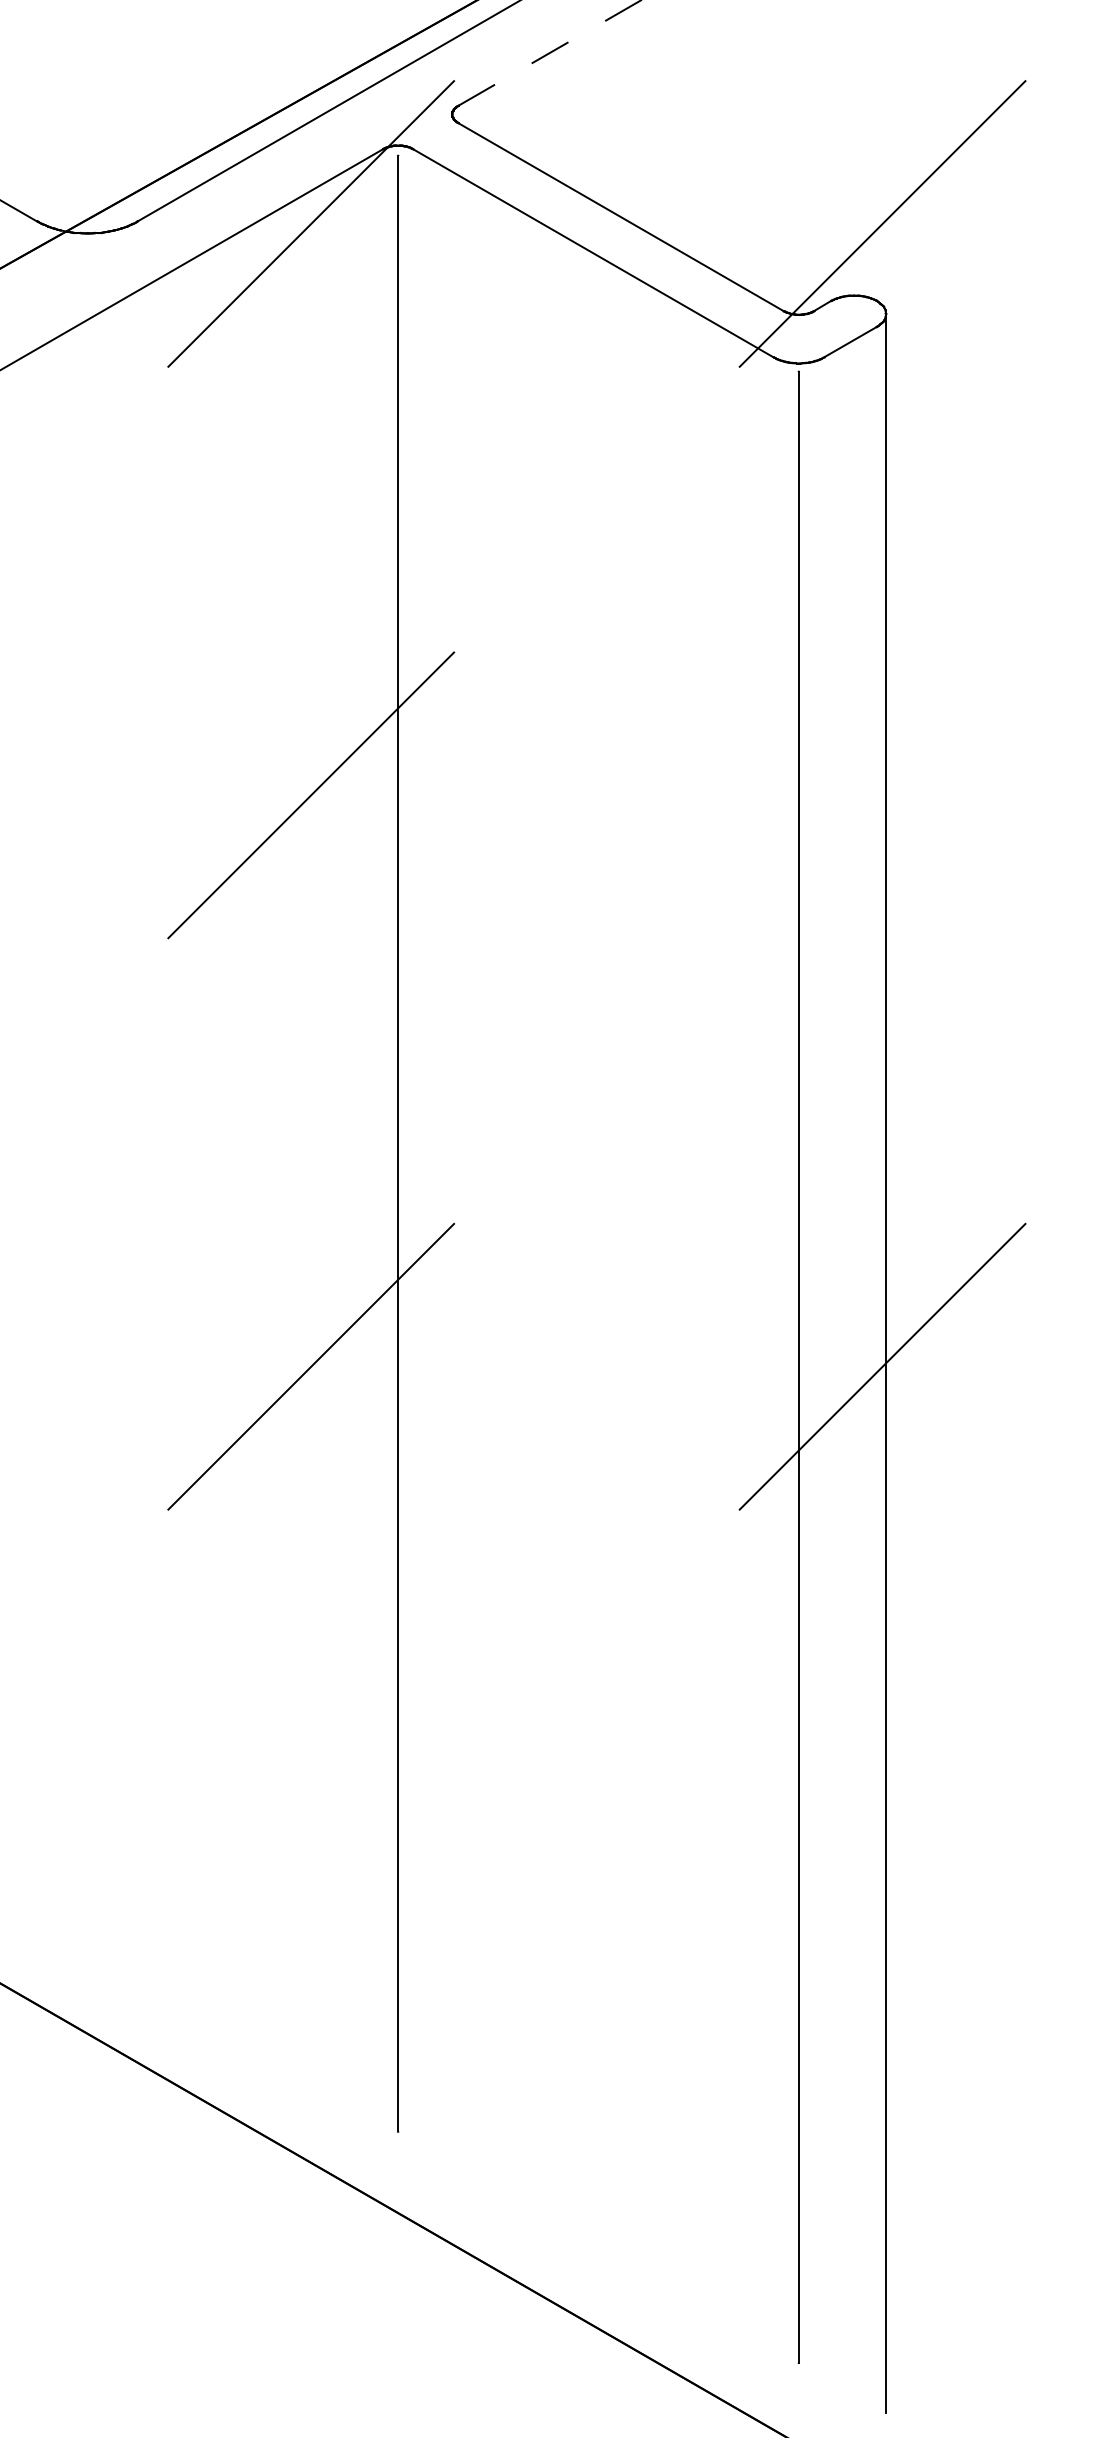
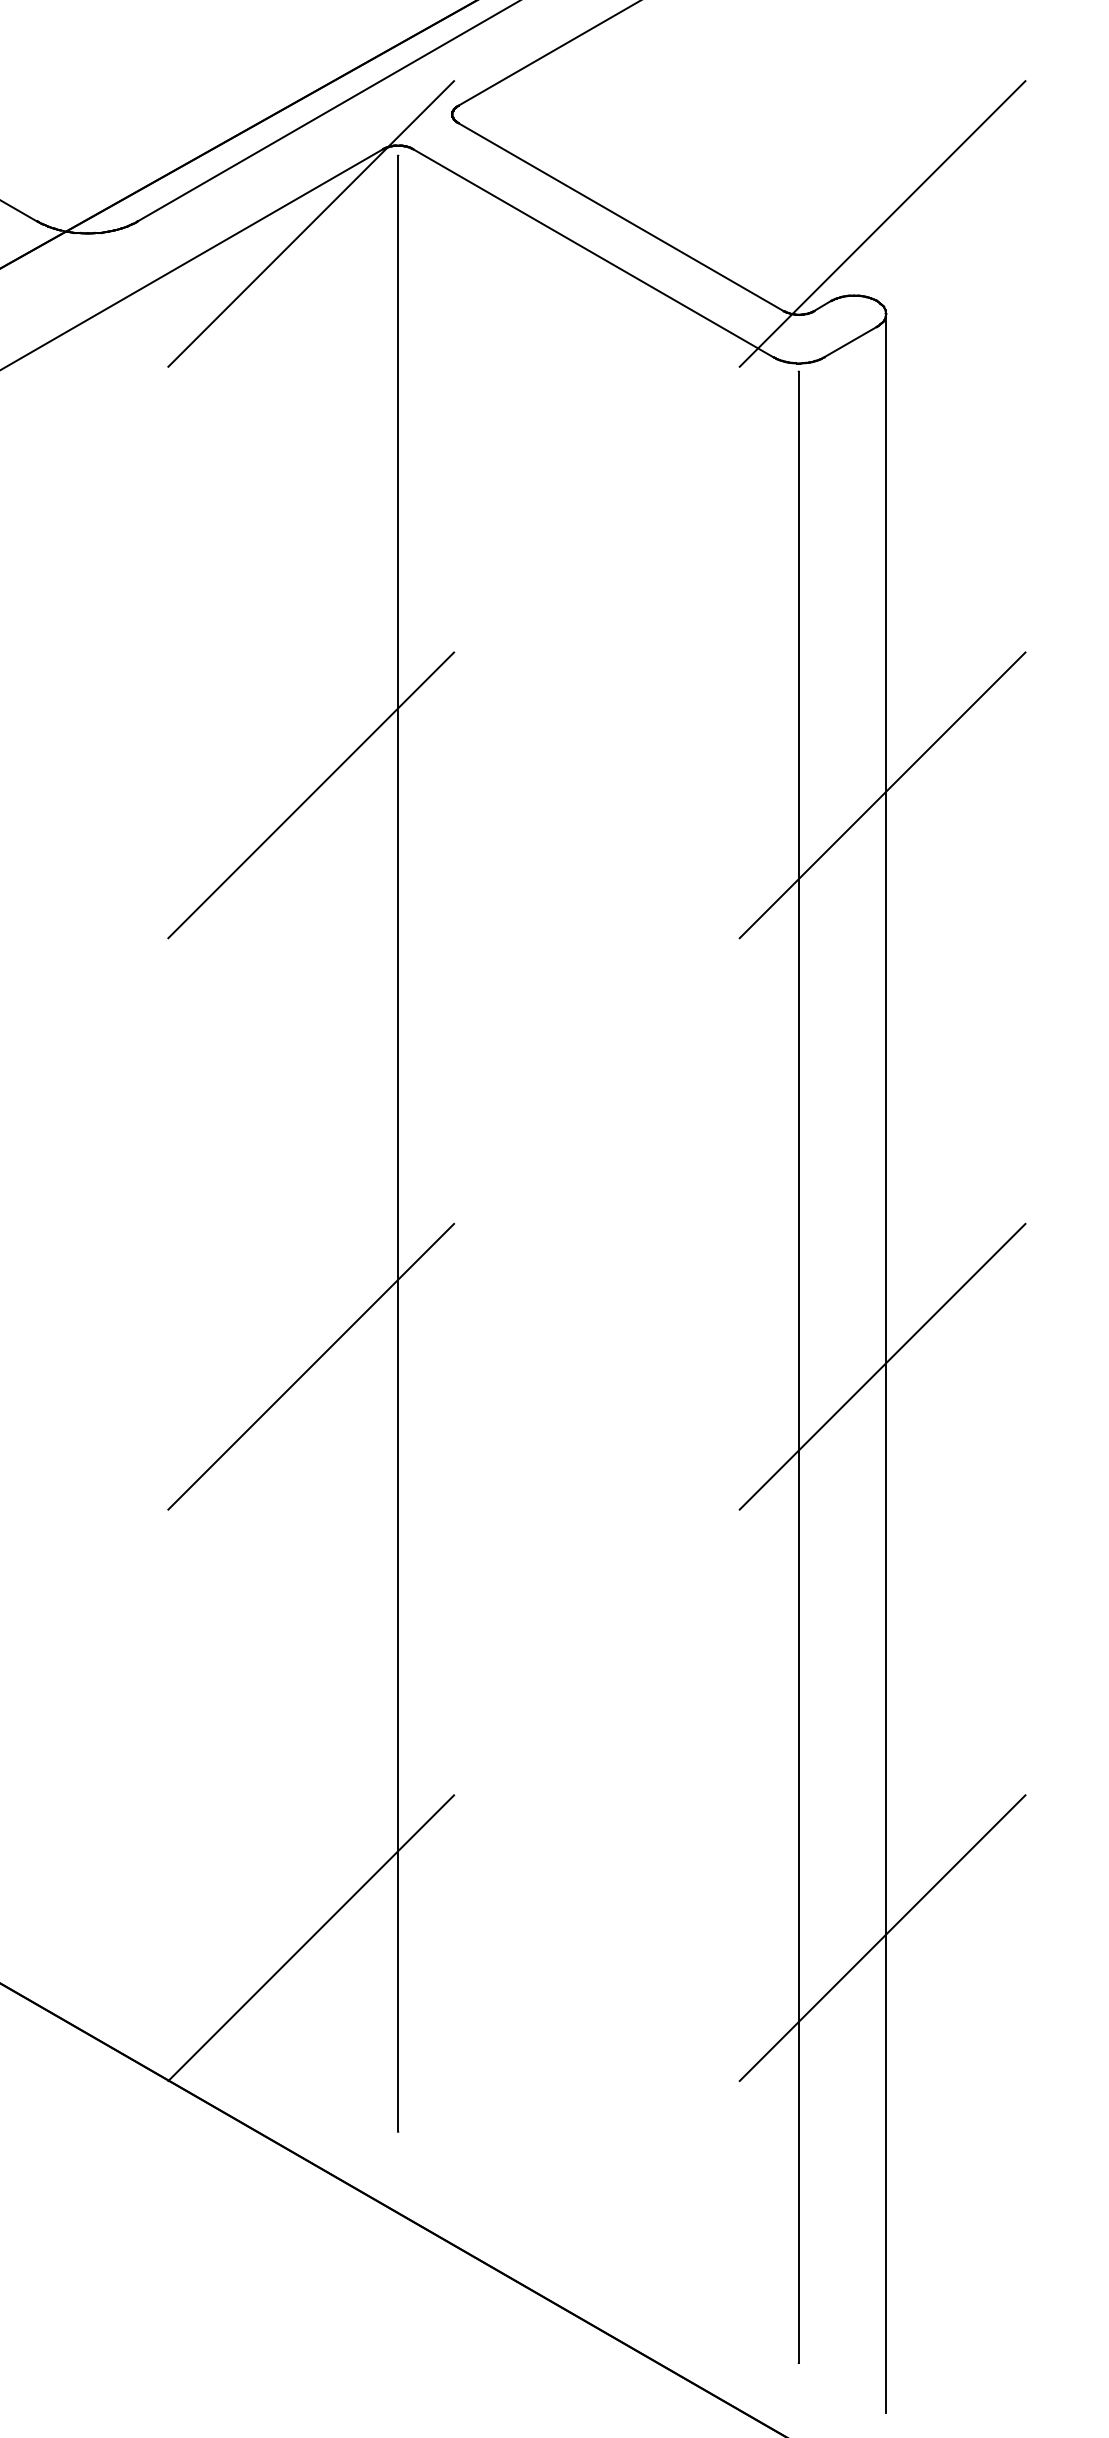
line at (549, 52): dashed -> solid
line at (882, 795): none -> present
line at (311, 1938): none -> present
line at (882, 1938): none -> present
